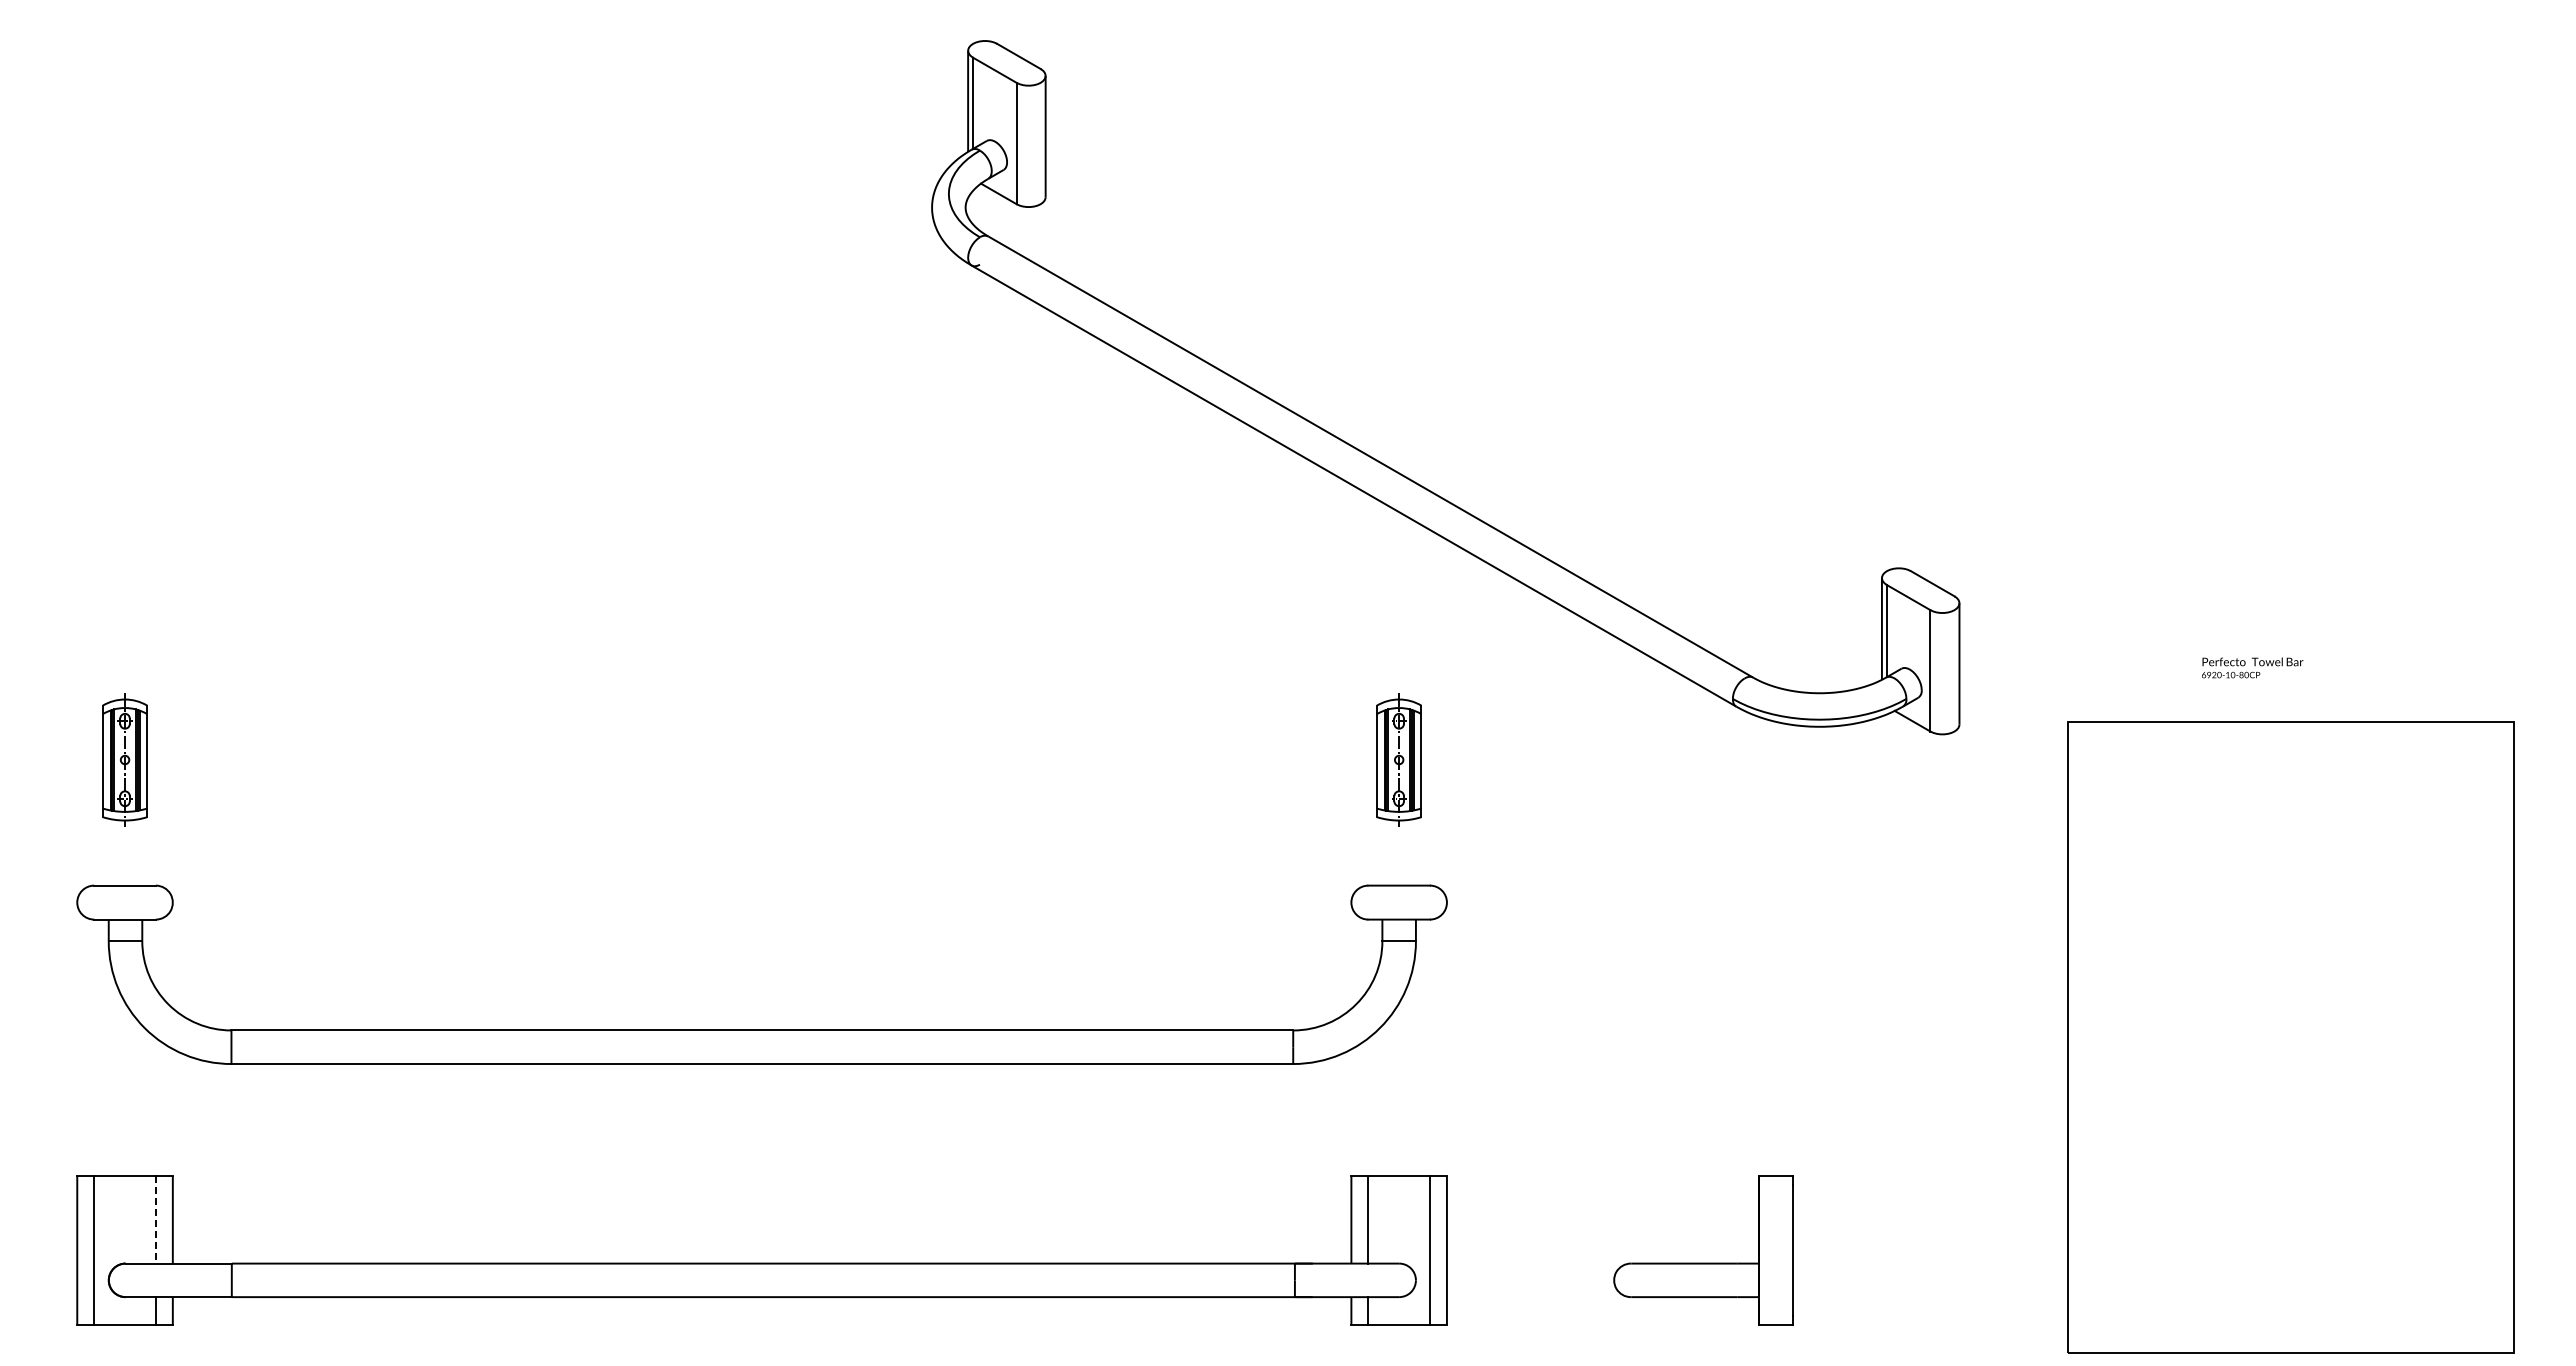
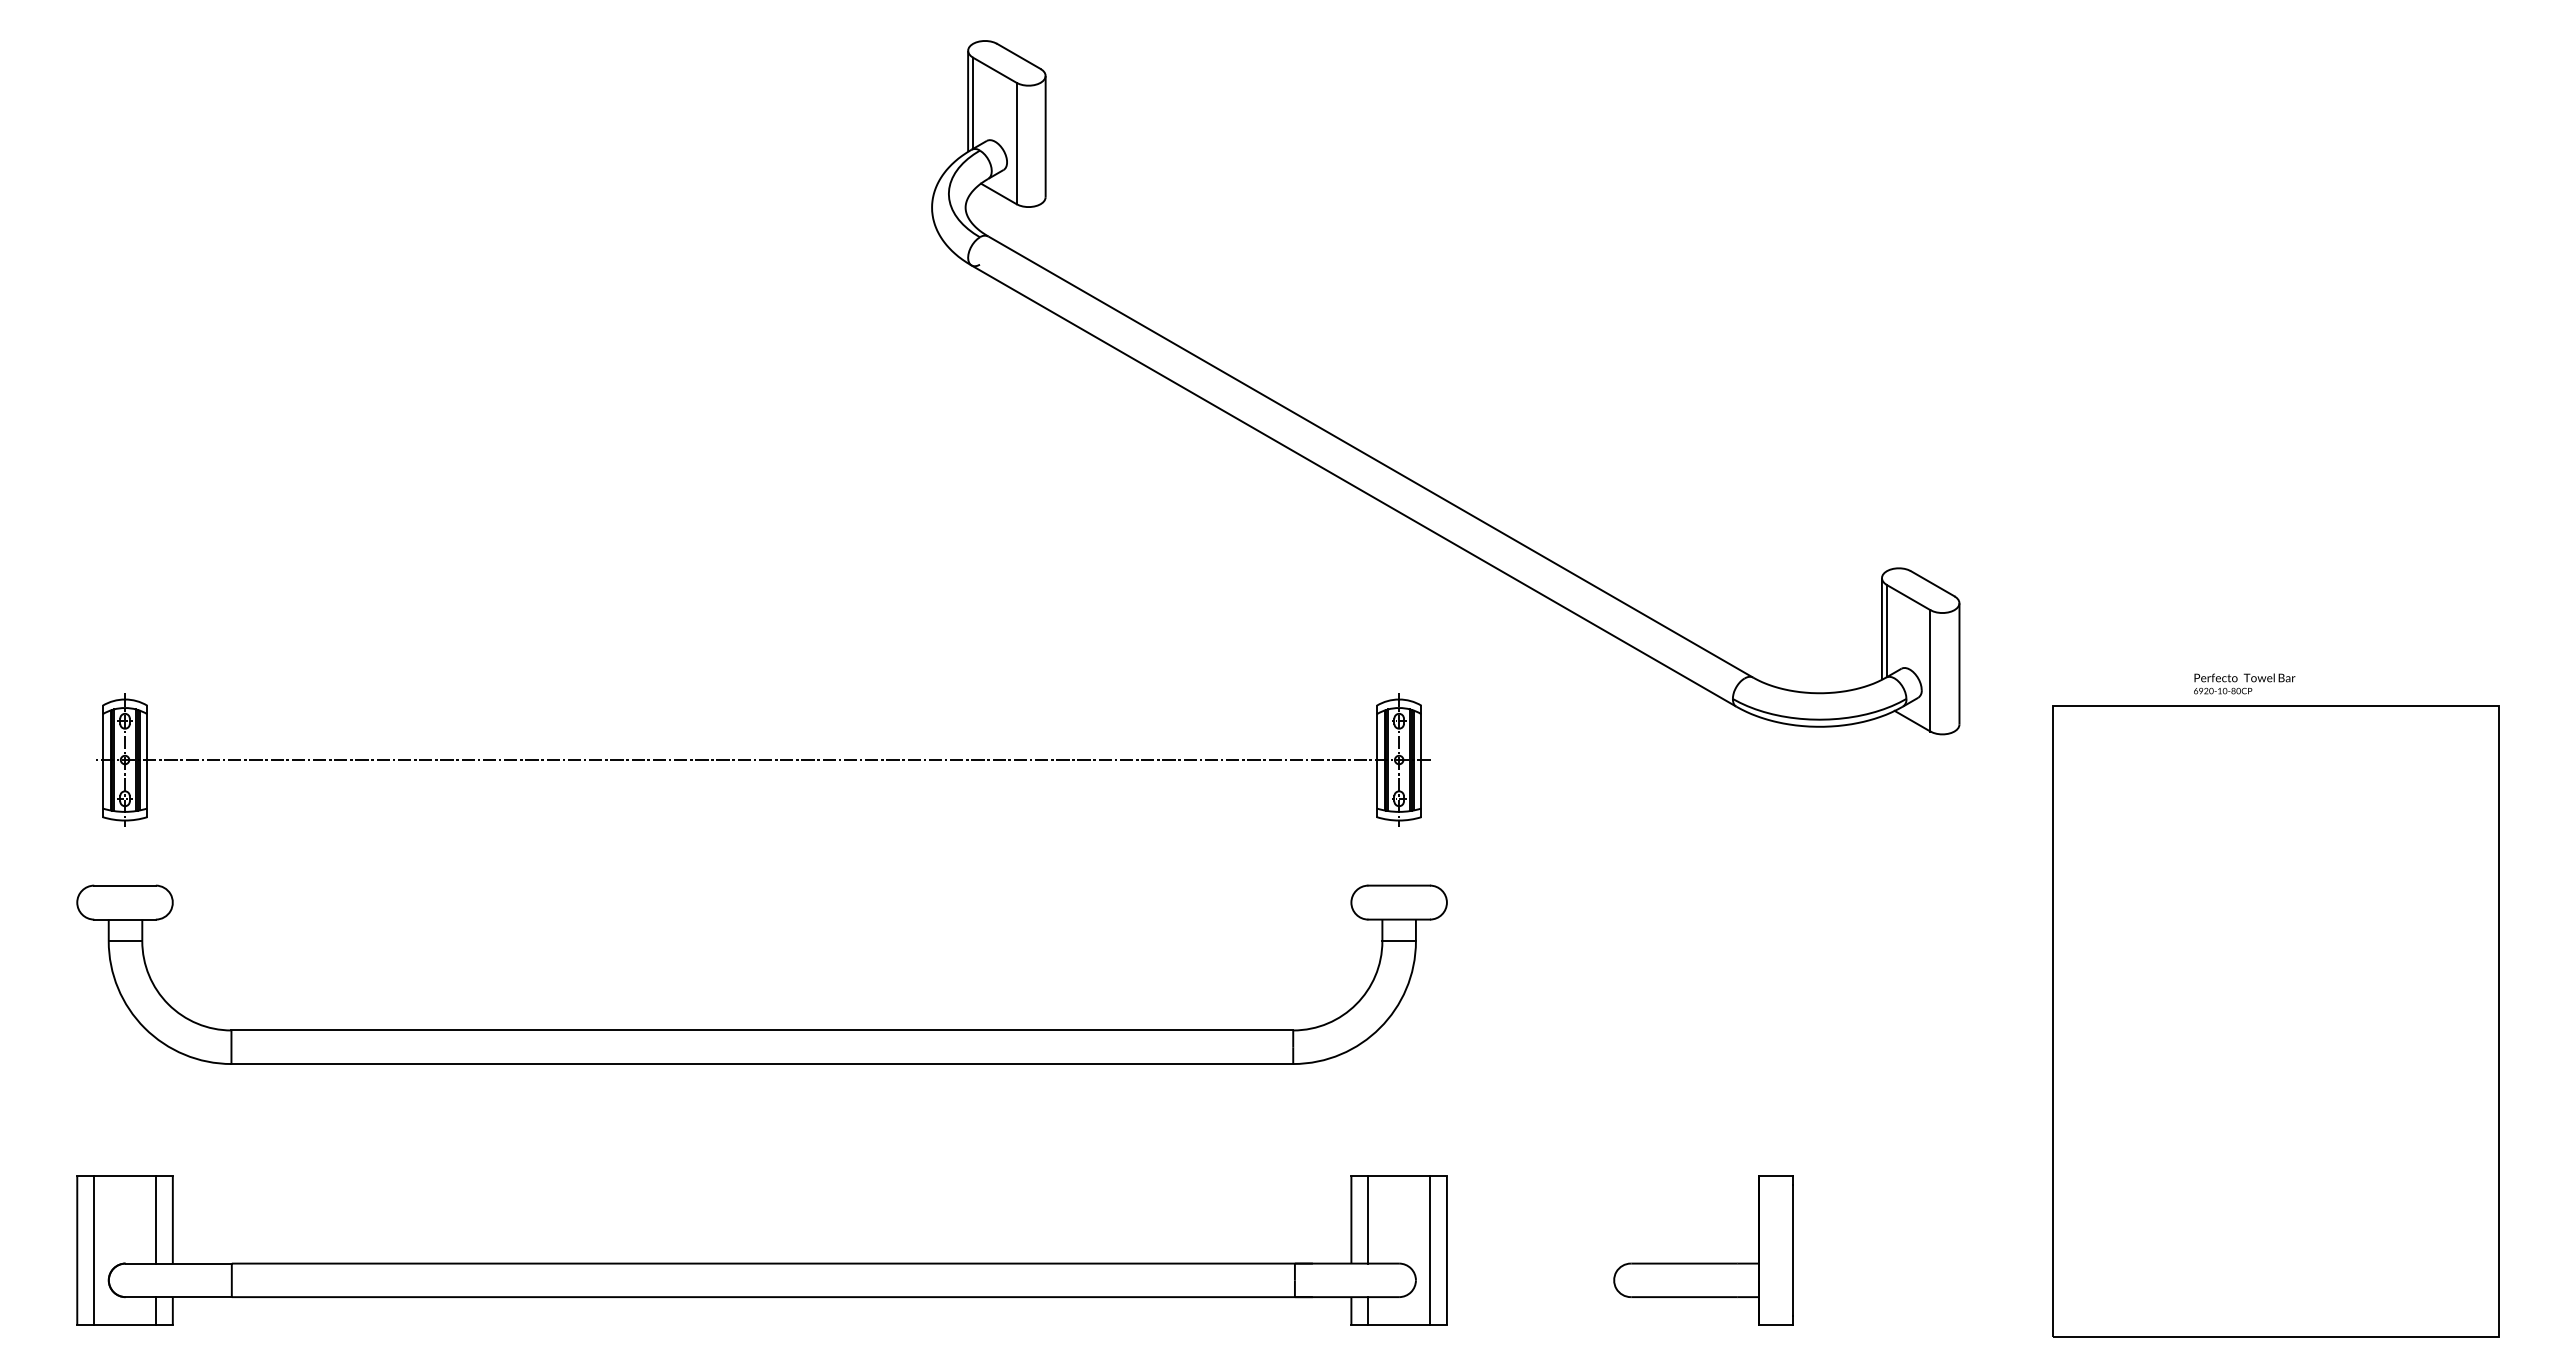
text at (2252, 667) position: (2252, 667) -> (2244, 683)
line at (763, 760): none -> present
part at (2290, 1037) position: (2290, 1037) -> (2275, 1021)
line at (155, 1219): dashed -> solid
